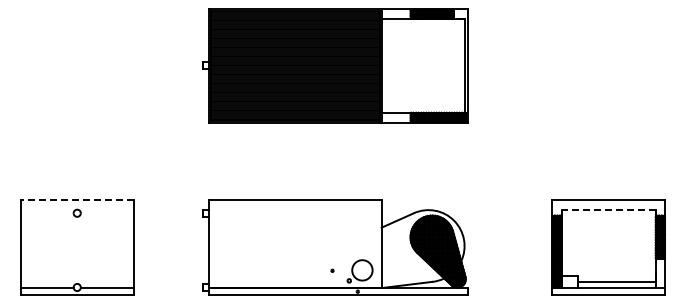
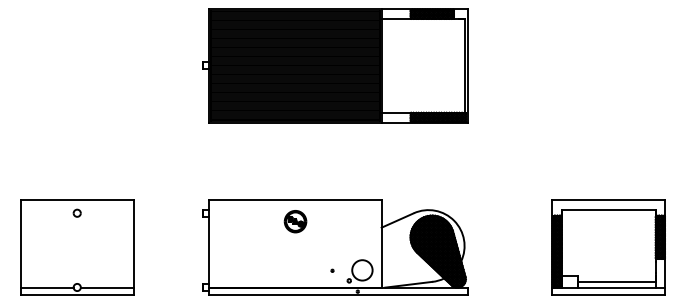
line at (77, 200): dashed -> solid
line at (608, 210): dashed -> solid
part at (295, 221): none -> present
